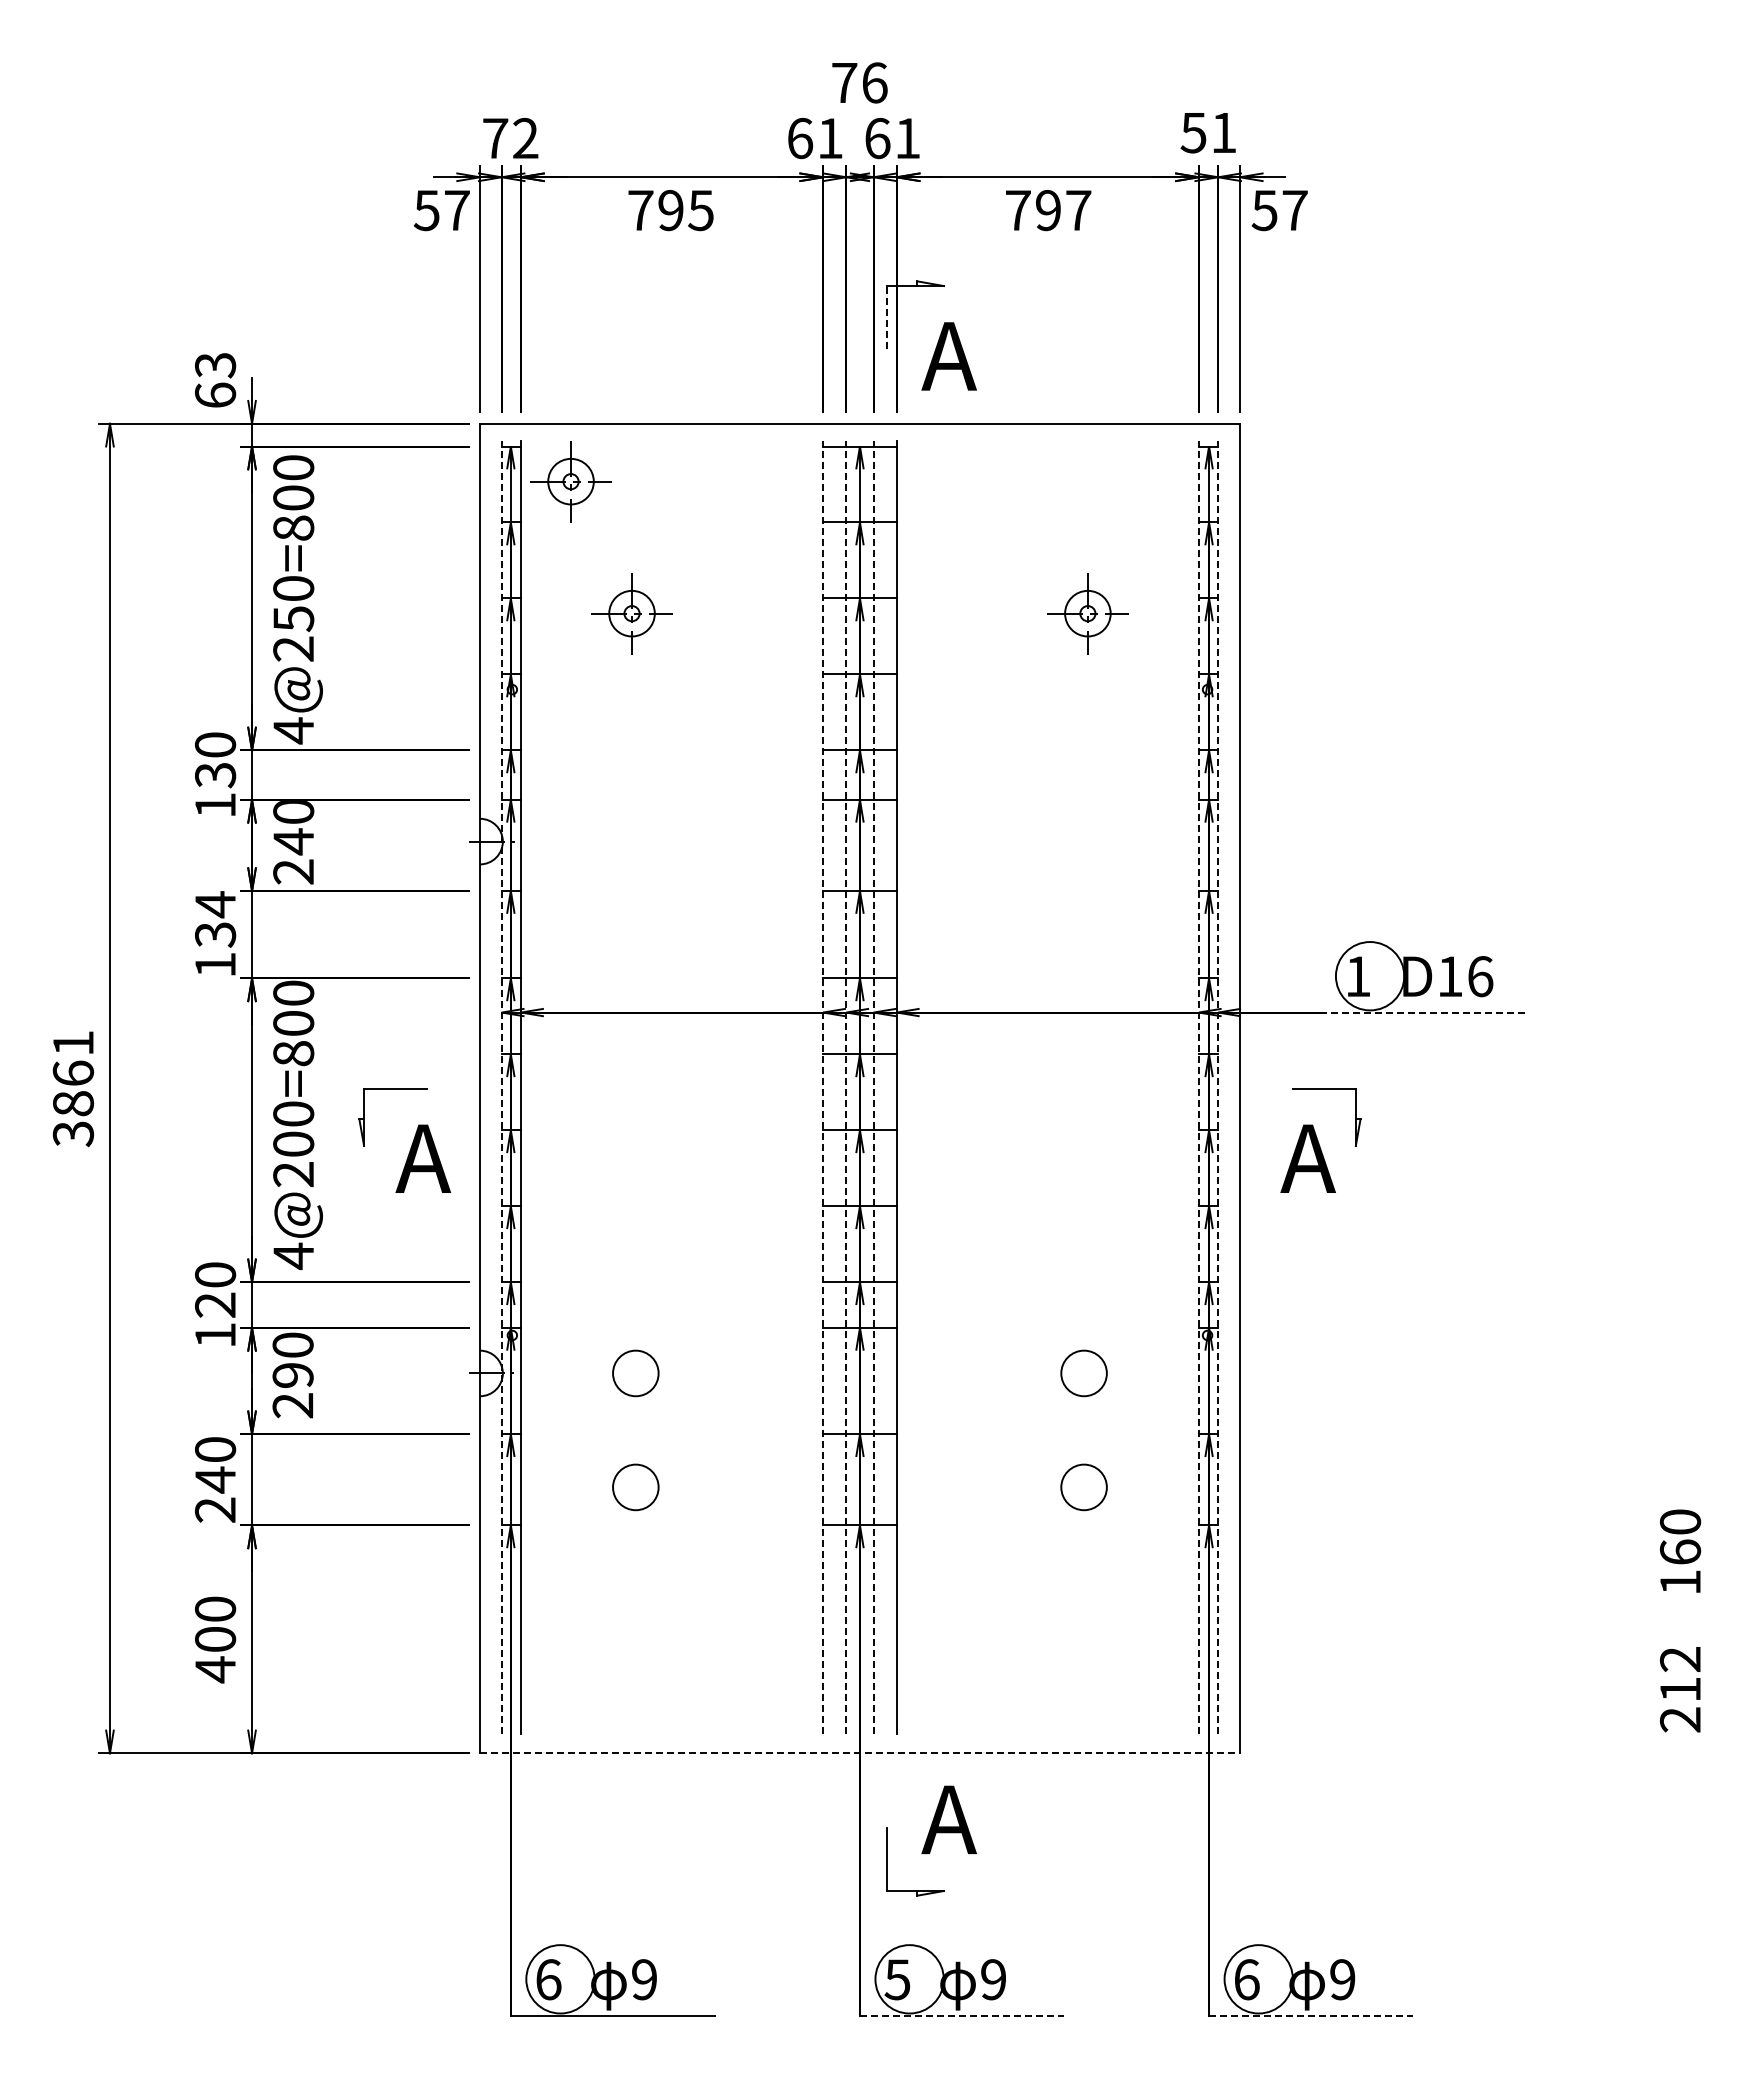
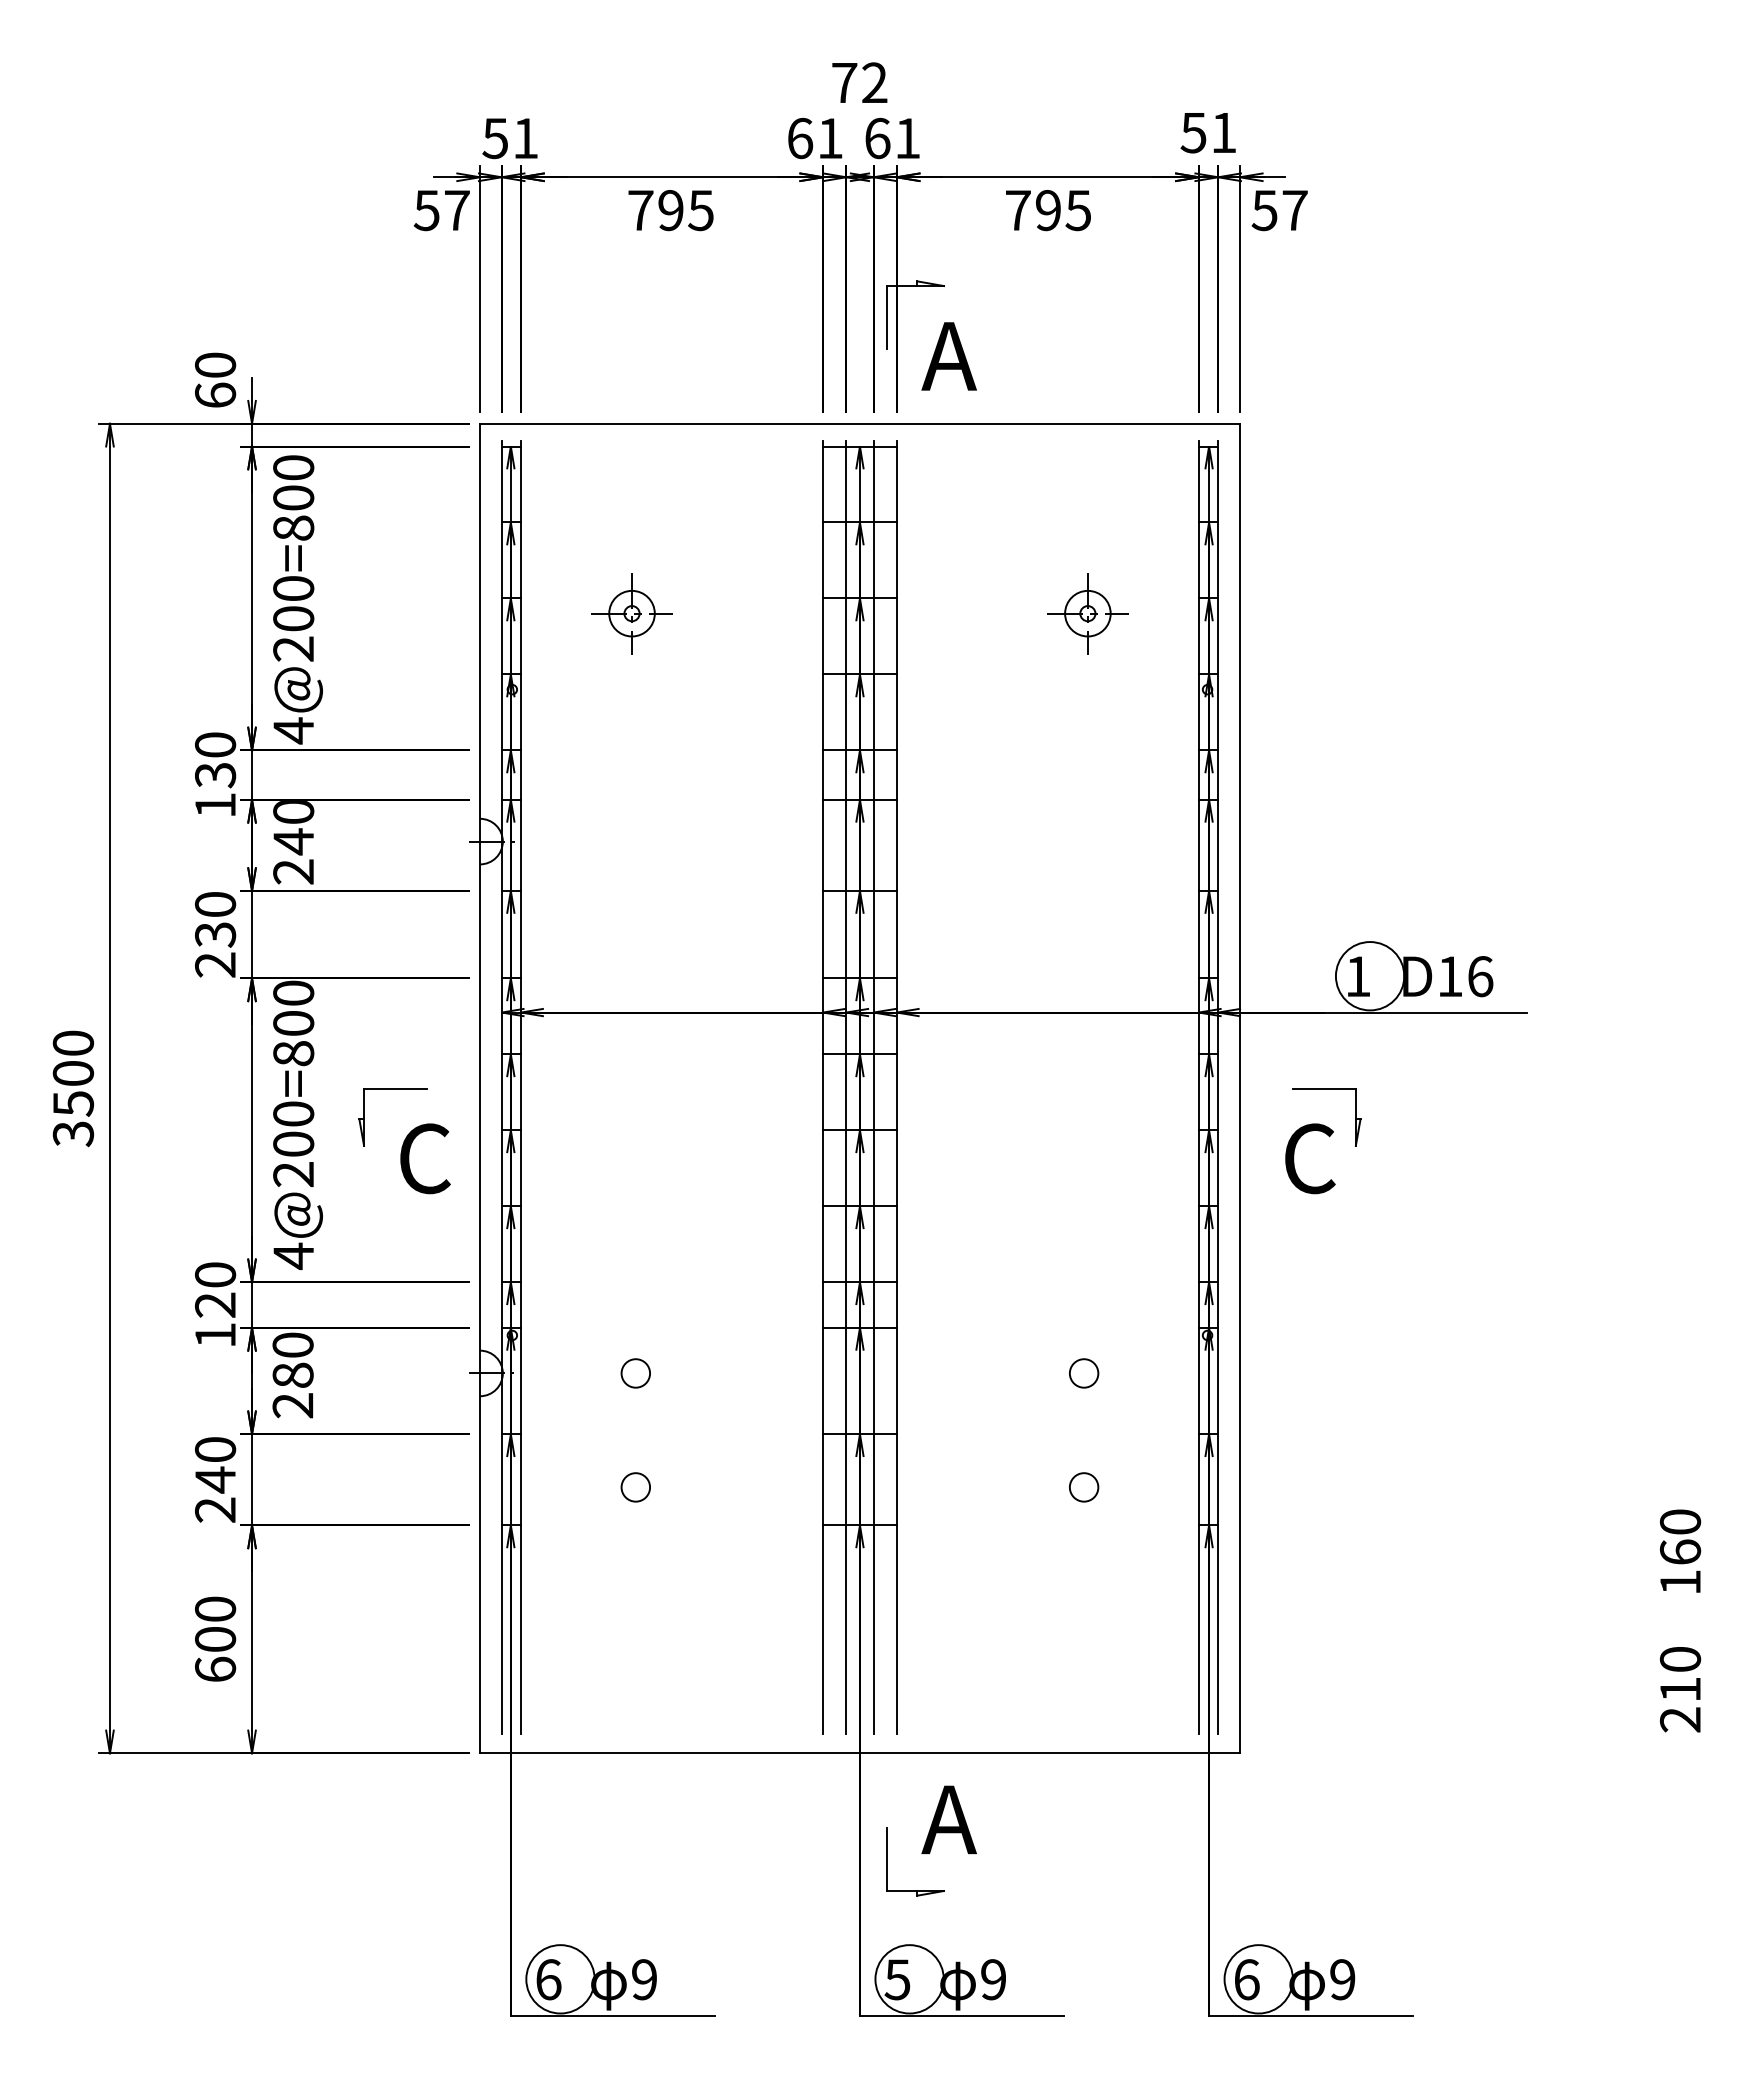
text at (874, 82): 76 -> 72
text at (510, 138): 72 -> 51
text at (1078, 210): 797 -> 795
line at (886, 316): dashed -> solid
text at (215, 365): 63 -> 60
part at (570, 481): present -> none
text at (293, 619): 4@250=800 -> 4@200=800
text at (215, 934): 134 -> 230
line at (1424, 1012): dashed -> solid
text at (73, 1073): 3861 -> 3500
line at (501, 1087): dashed -> solid
line at (823, 1087): dashed -> solid
line at (846, 1087): dashed -> solid
line at (873, 1087): dashed -> solid
line at (1198, 1087): dashed -> solid
line at (1218, 1087): dashed -> solid
text at (423, 1158): A -> C
text at (1307, 1158): A -> C
circle at (635, 1373) diameter: 46 px -> 28 px
circle at (1083, 1373) diameter: 46 px -> 28 px
text at (292, 1374): 290 -> 280
circle at (635, 1487) diameter: 46 px -> 28 px
circle at (1083, 1487) diameter: 46 px -> 28 px
text at (1680, 1659): 212 -> 210
text at (215, 1669): 400 -> 600
line at (859, 1753): dashed -> solid
line at (962, 2015): dashed -> solid
line at (1311, 2015): dashed -> solid
